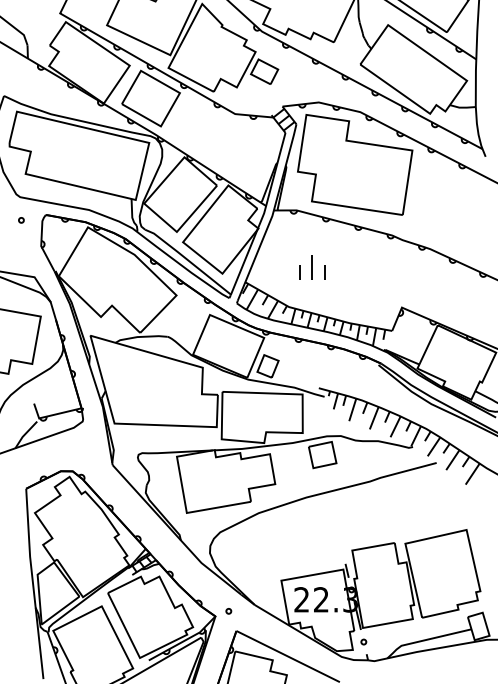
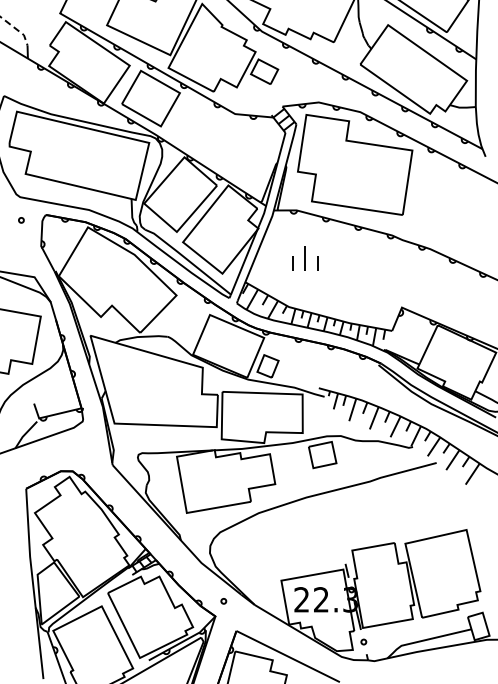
line at (16, 29): solid -> dashed
part at (312, 267) position: (312, 267) -> (305, 258)
part at (228, 611) position: (228, 611) -> (223, 601)
